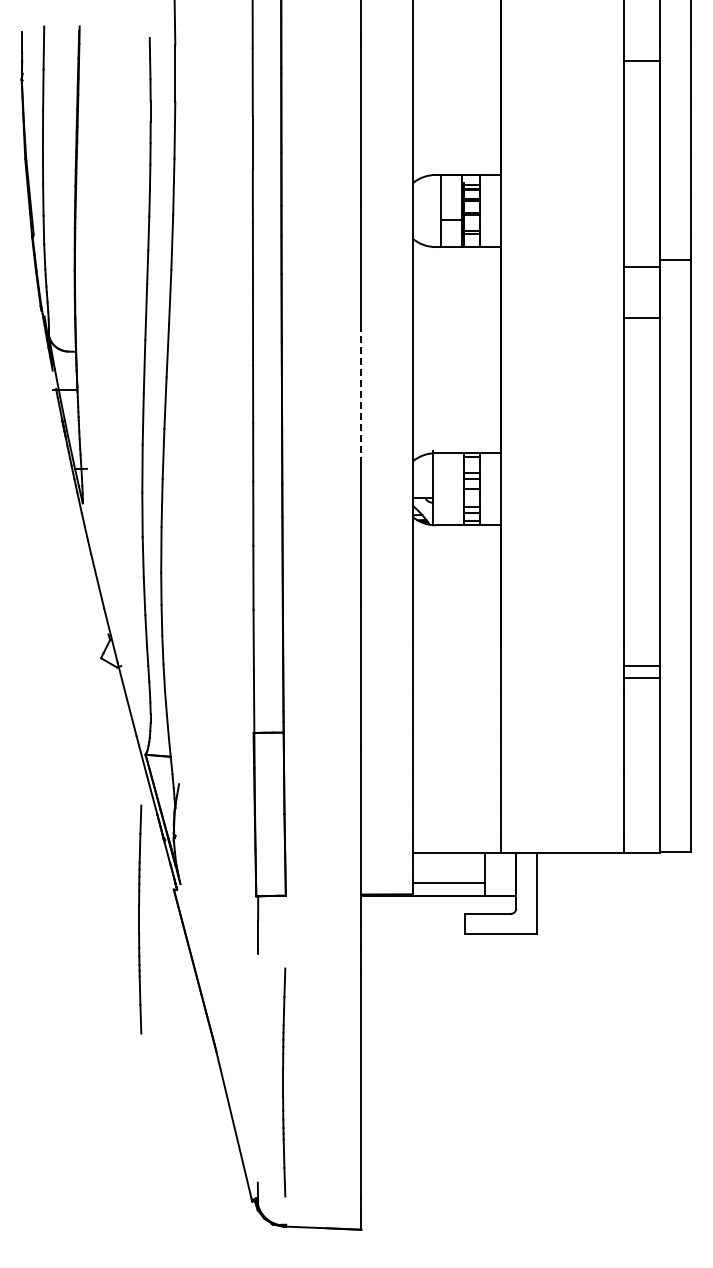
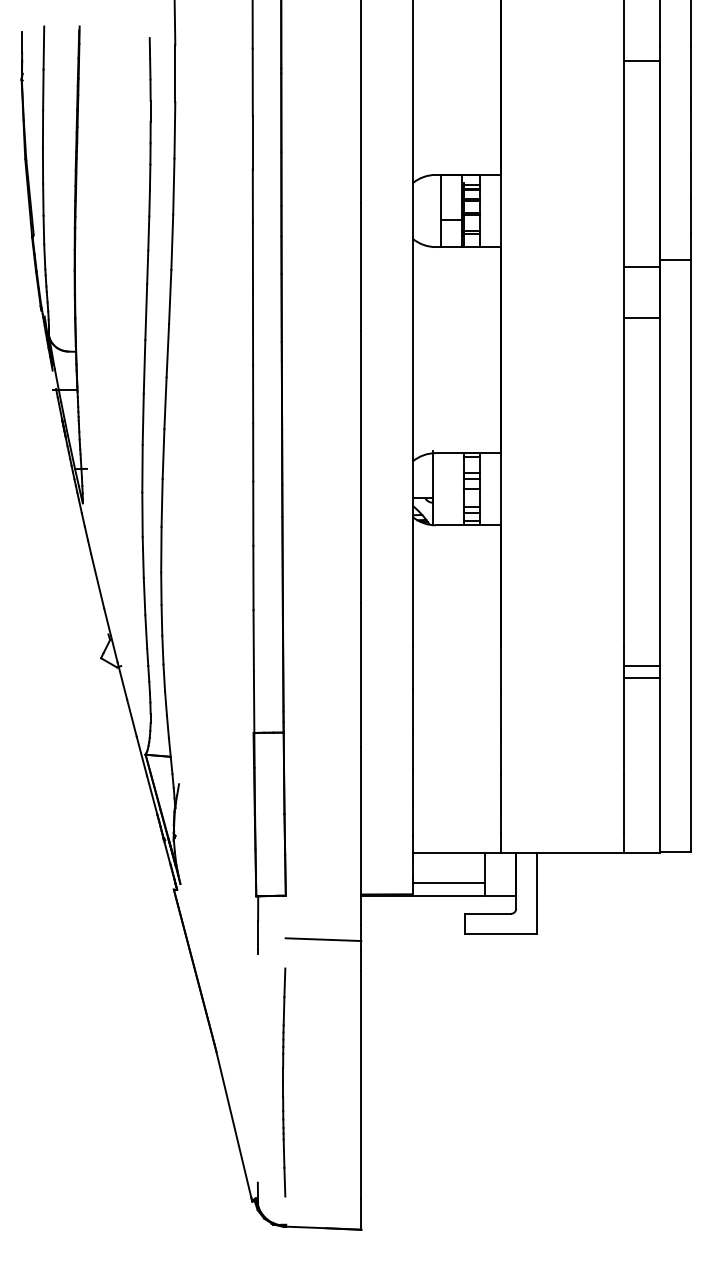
line at (361, 397): dashed -> solid
part at (140, 919): present -> none
line at (323, 939): none -> present
